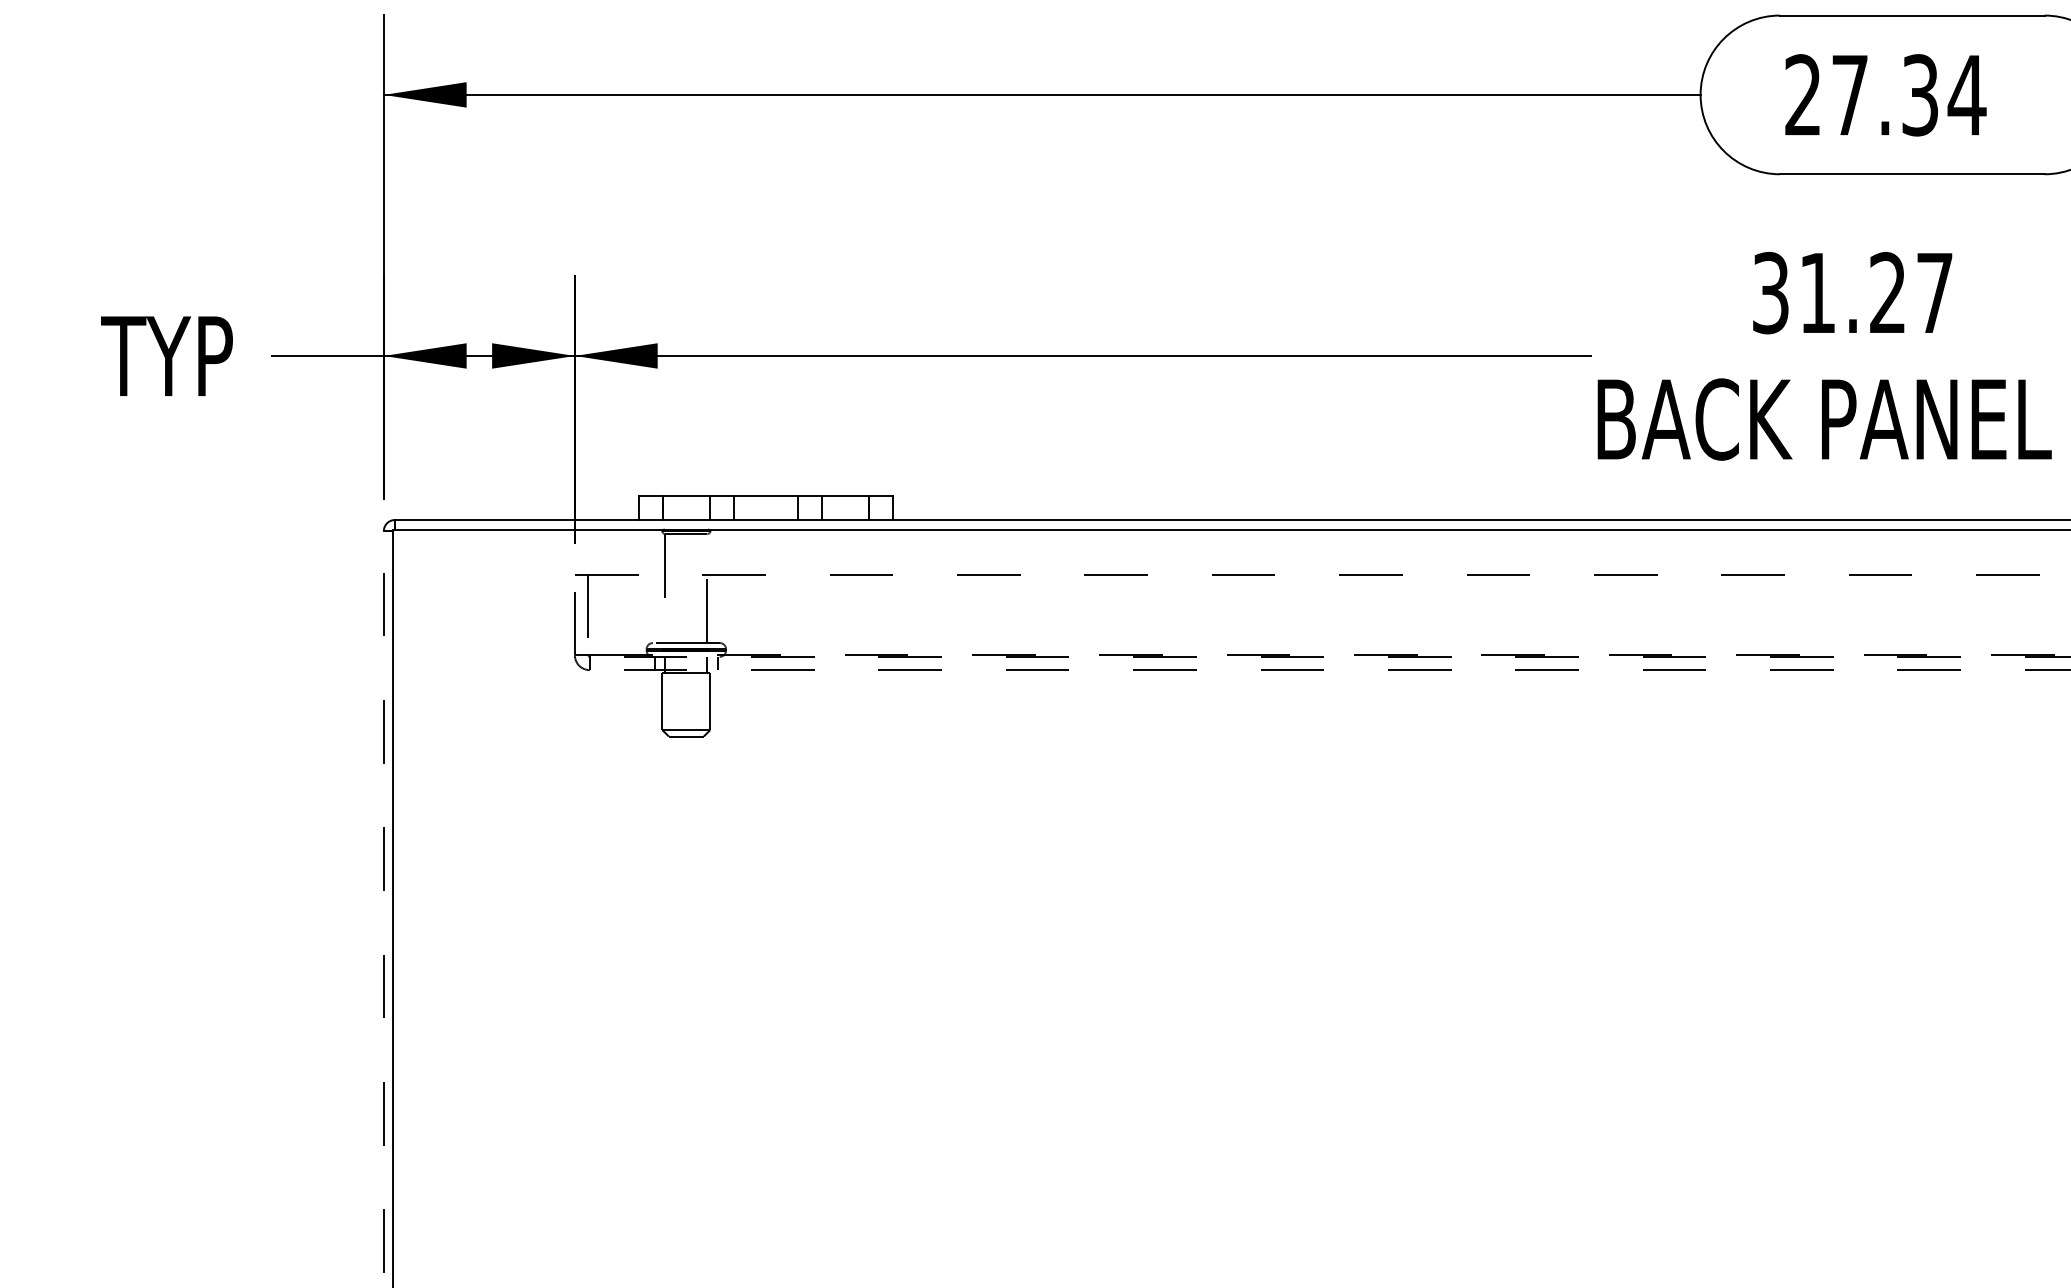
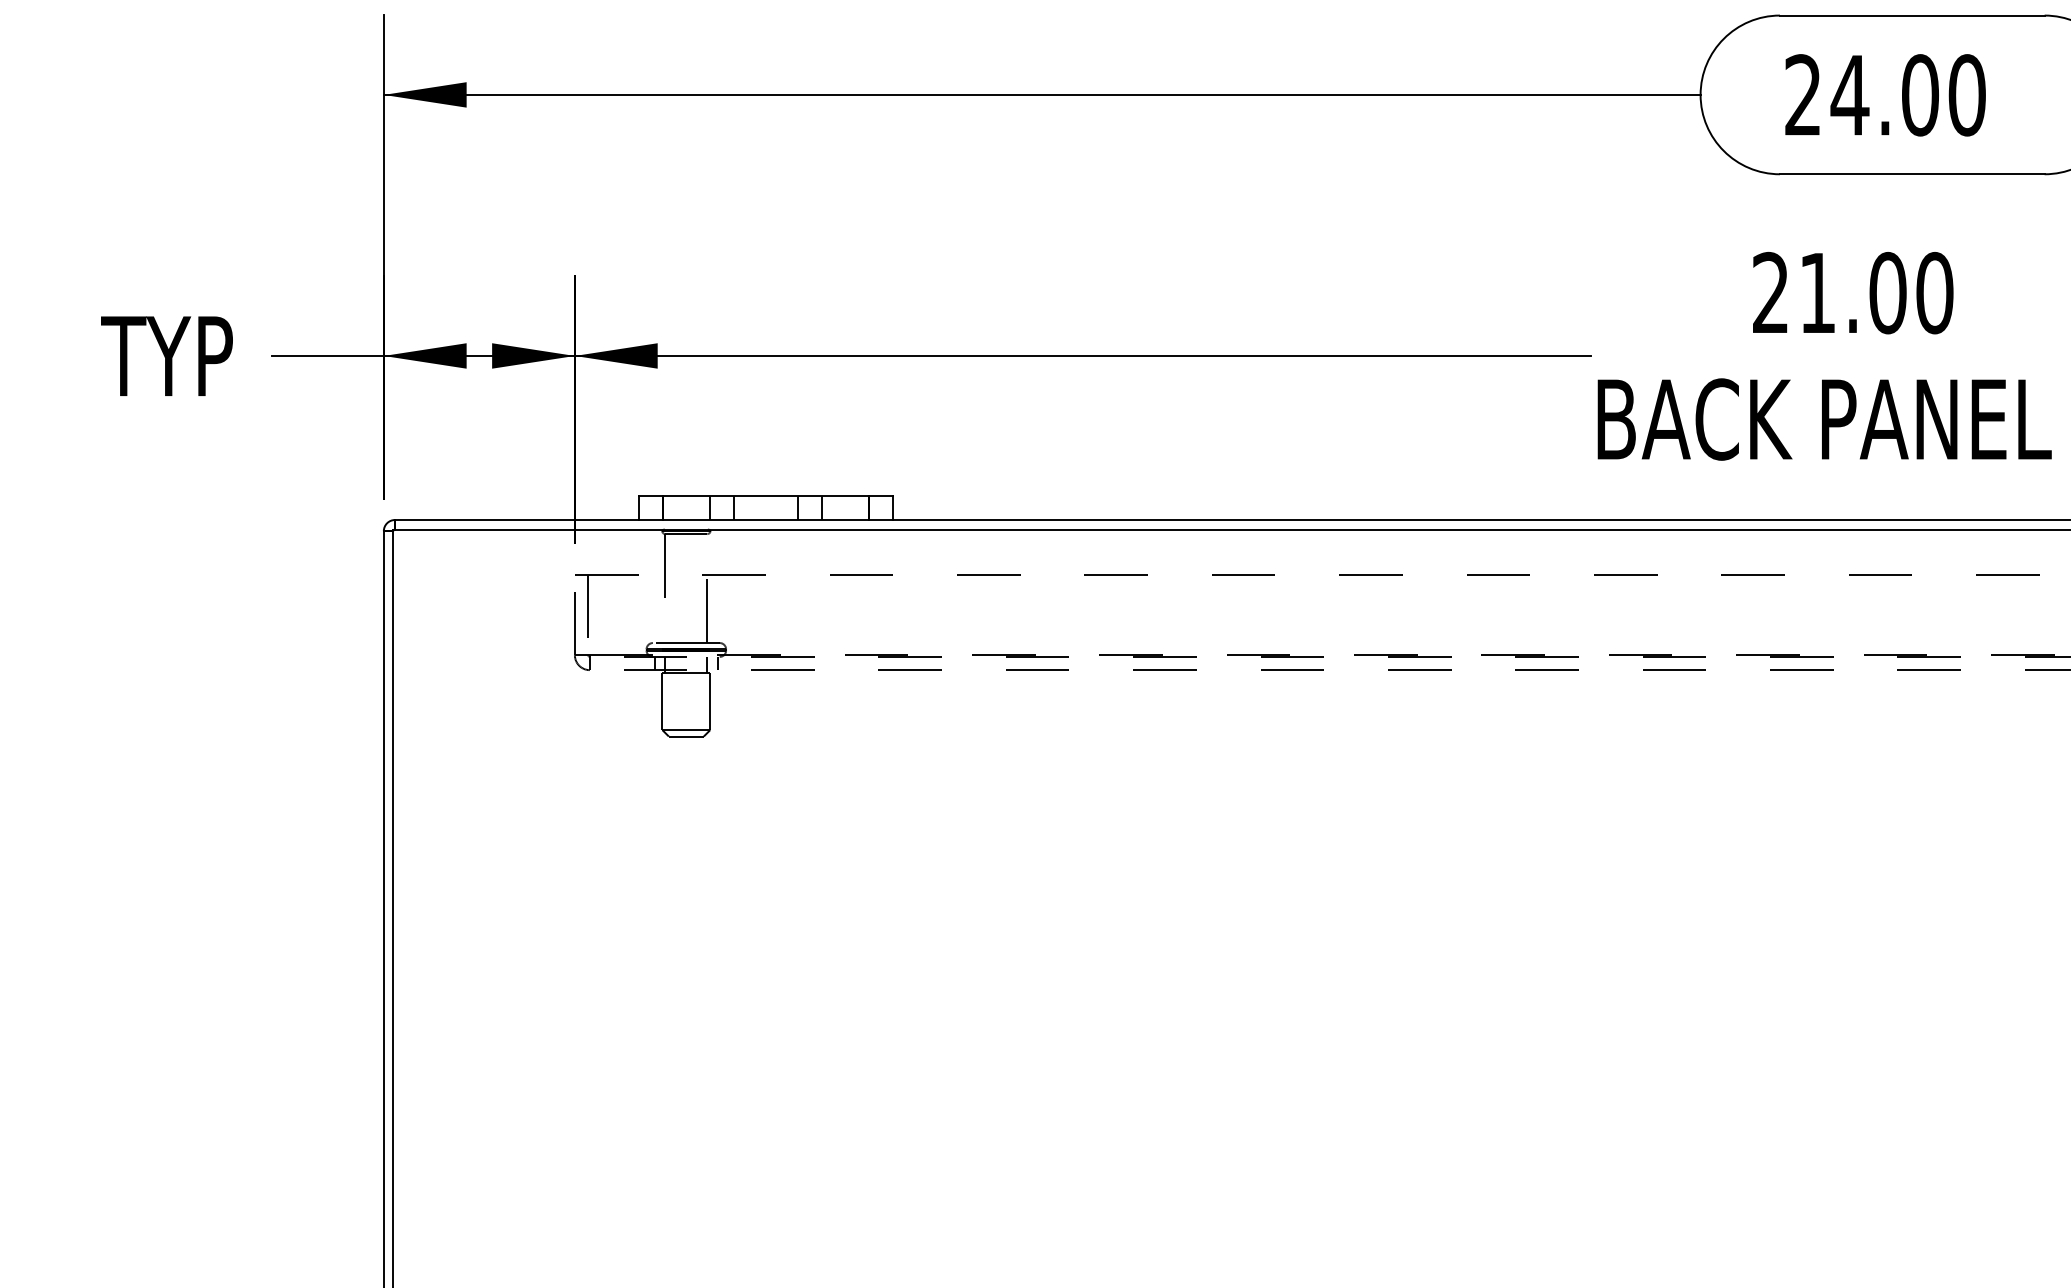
text at (1908, 95): 27.34 -> 24.00
text at (1853, 292): 31.27 -> 21.00
line at (383, 908): dashed -> solid
